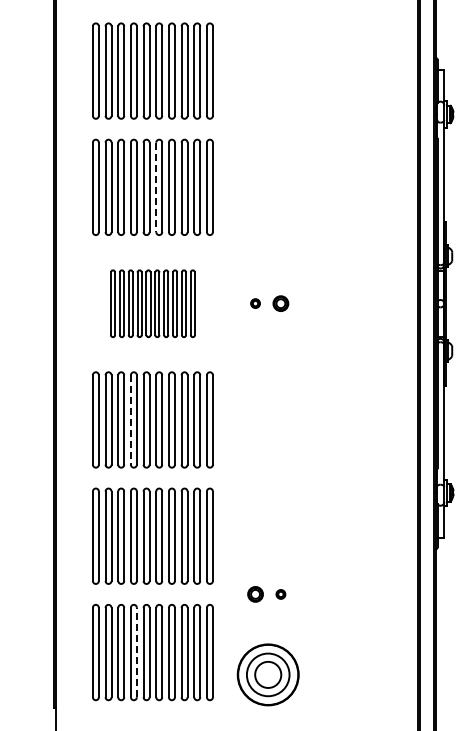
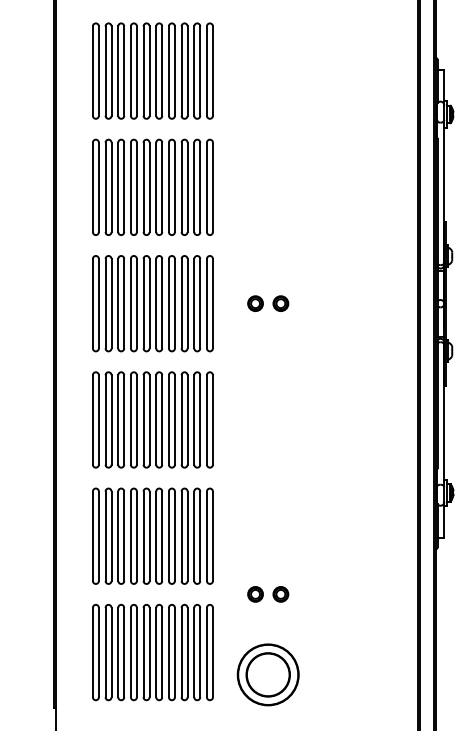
line at (156, 187): dashed -> solid
part at (152, 303) size: 86x69 px -> 122x98 px
part at (255, 303) size: 11x11 px -> 17x17 px
line at (130, 419): dashed -> solid
part at (280, 594) size: 12x11 px -> 18x17 px
line at (136, 652): dashed -> solid
circle at (268, 674) diameter: 26 px -> 44 px
